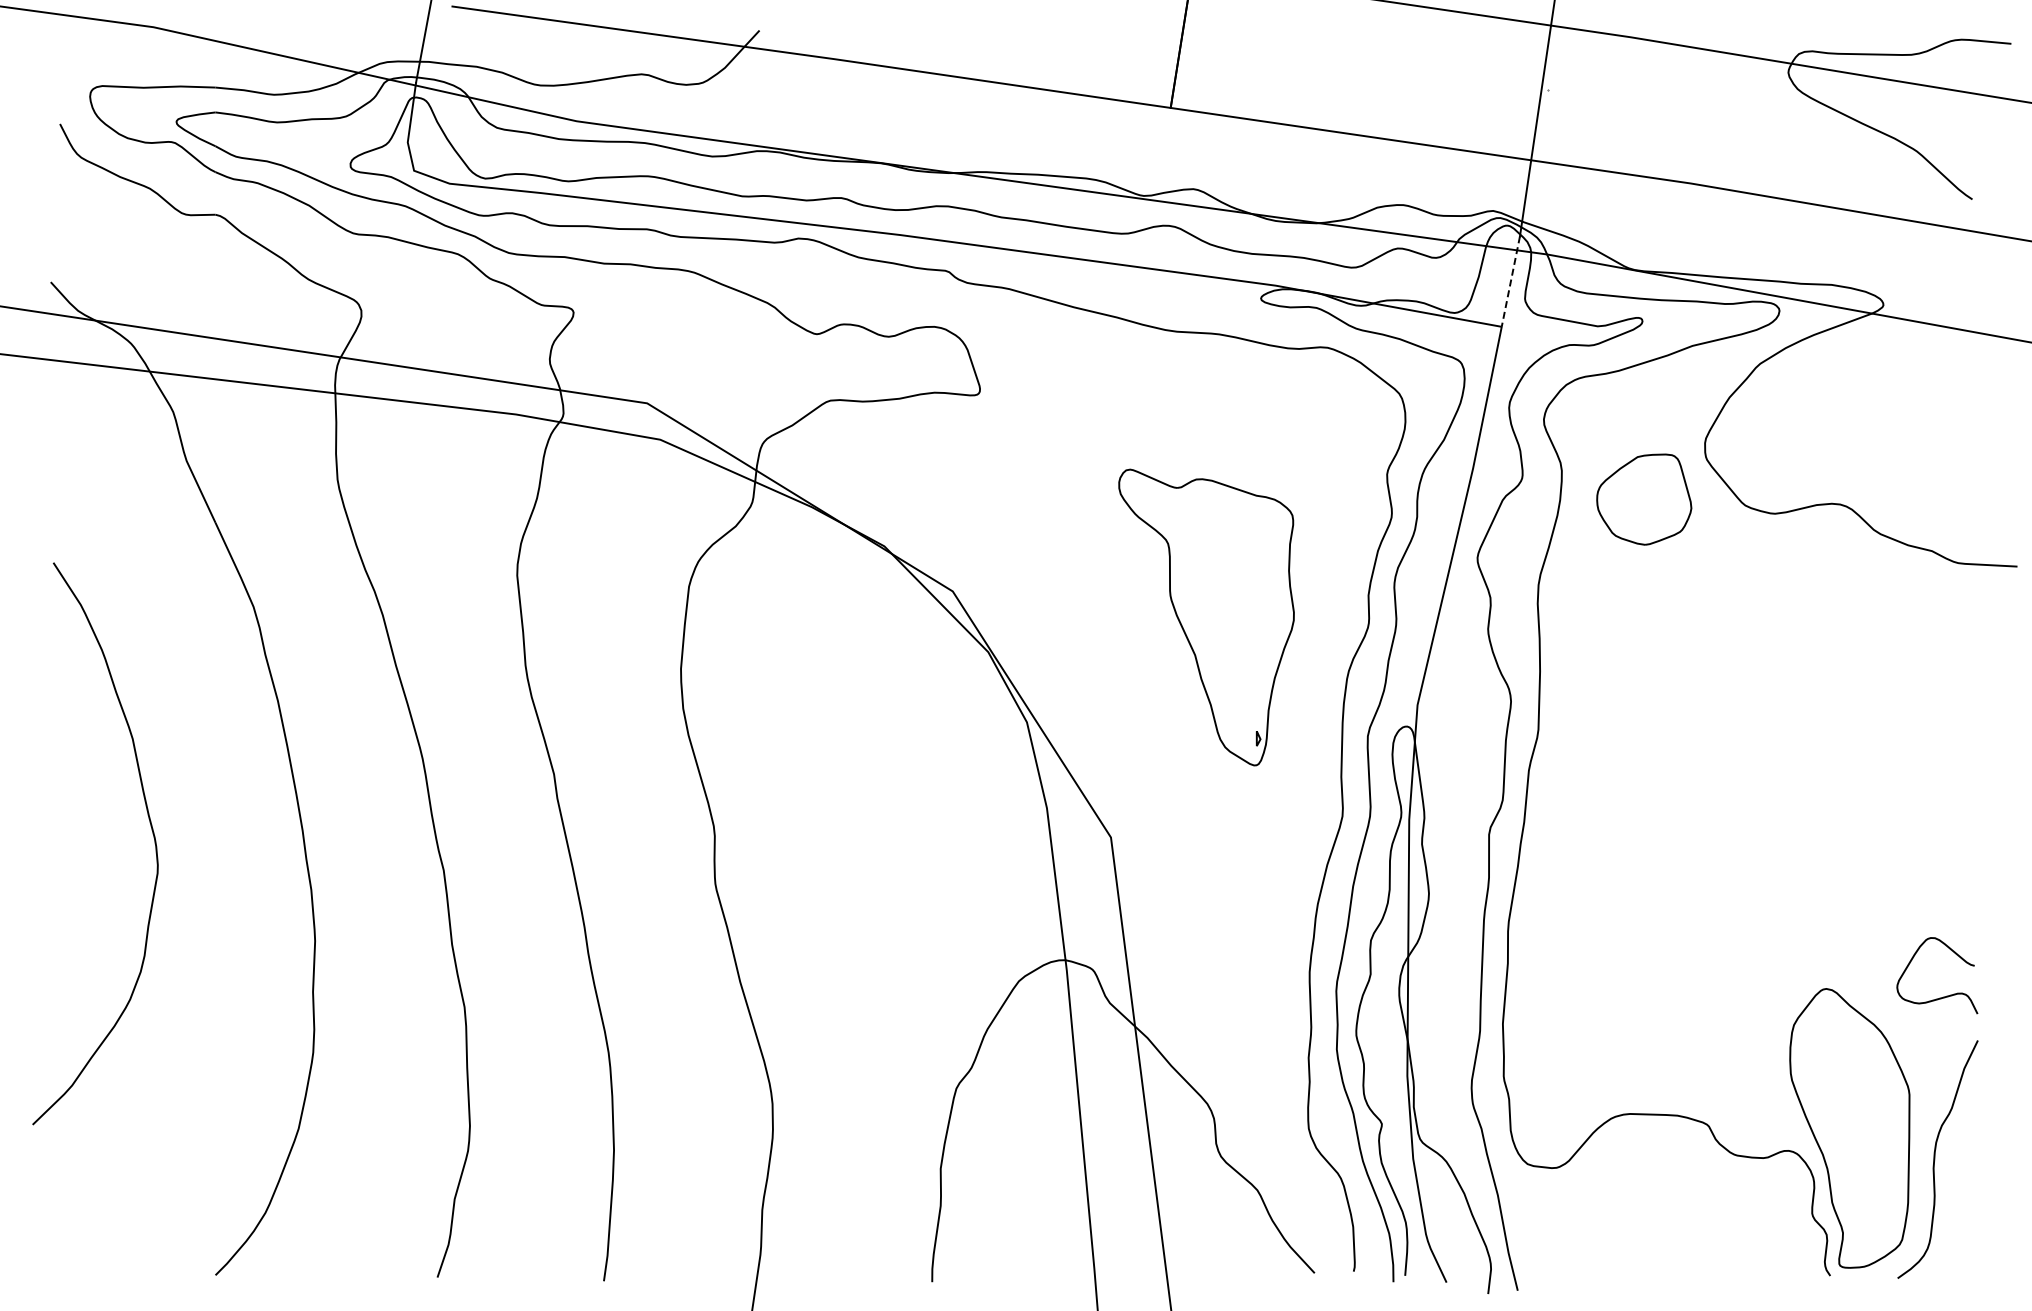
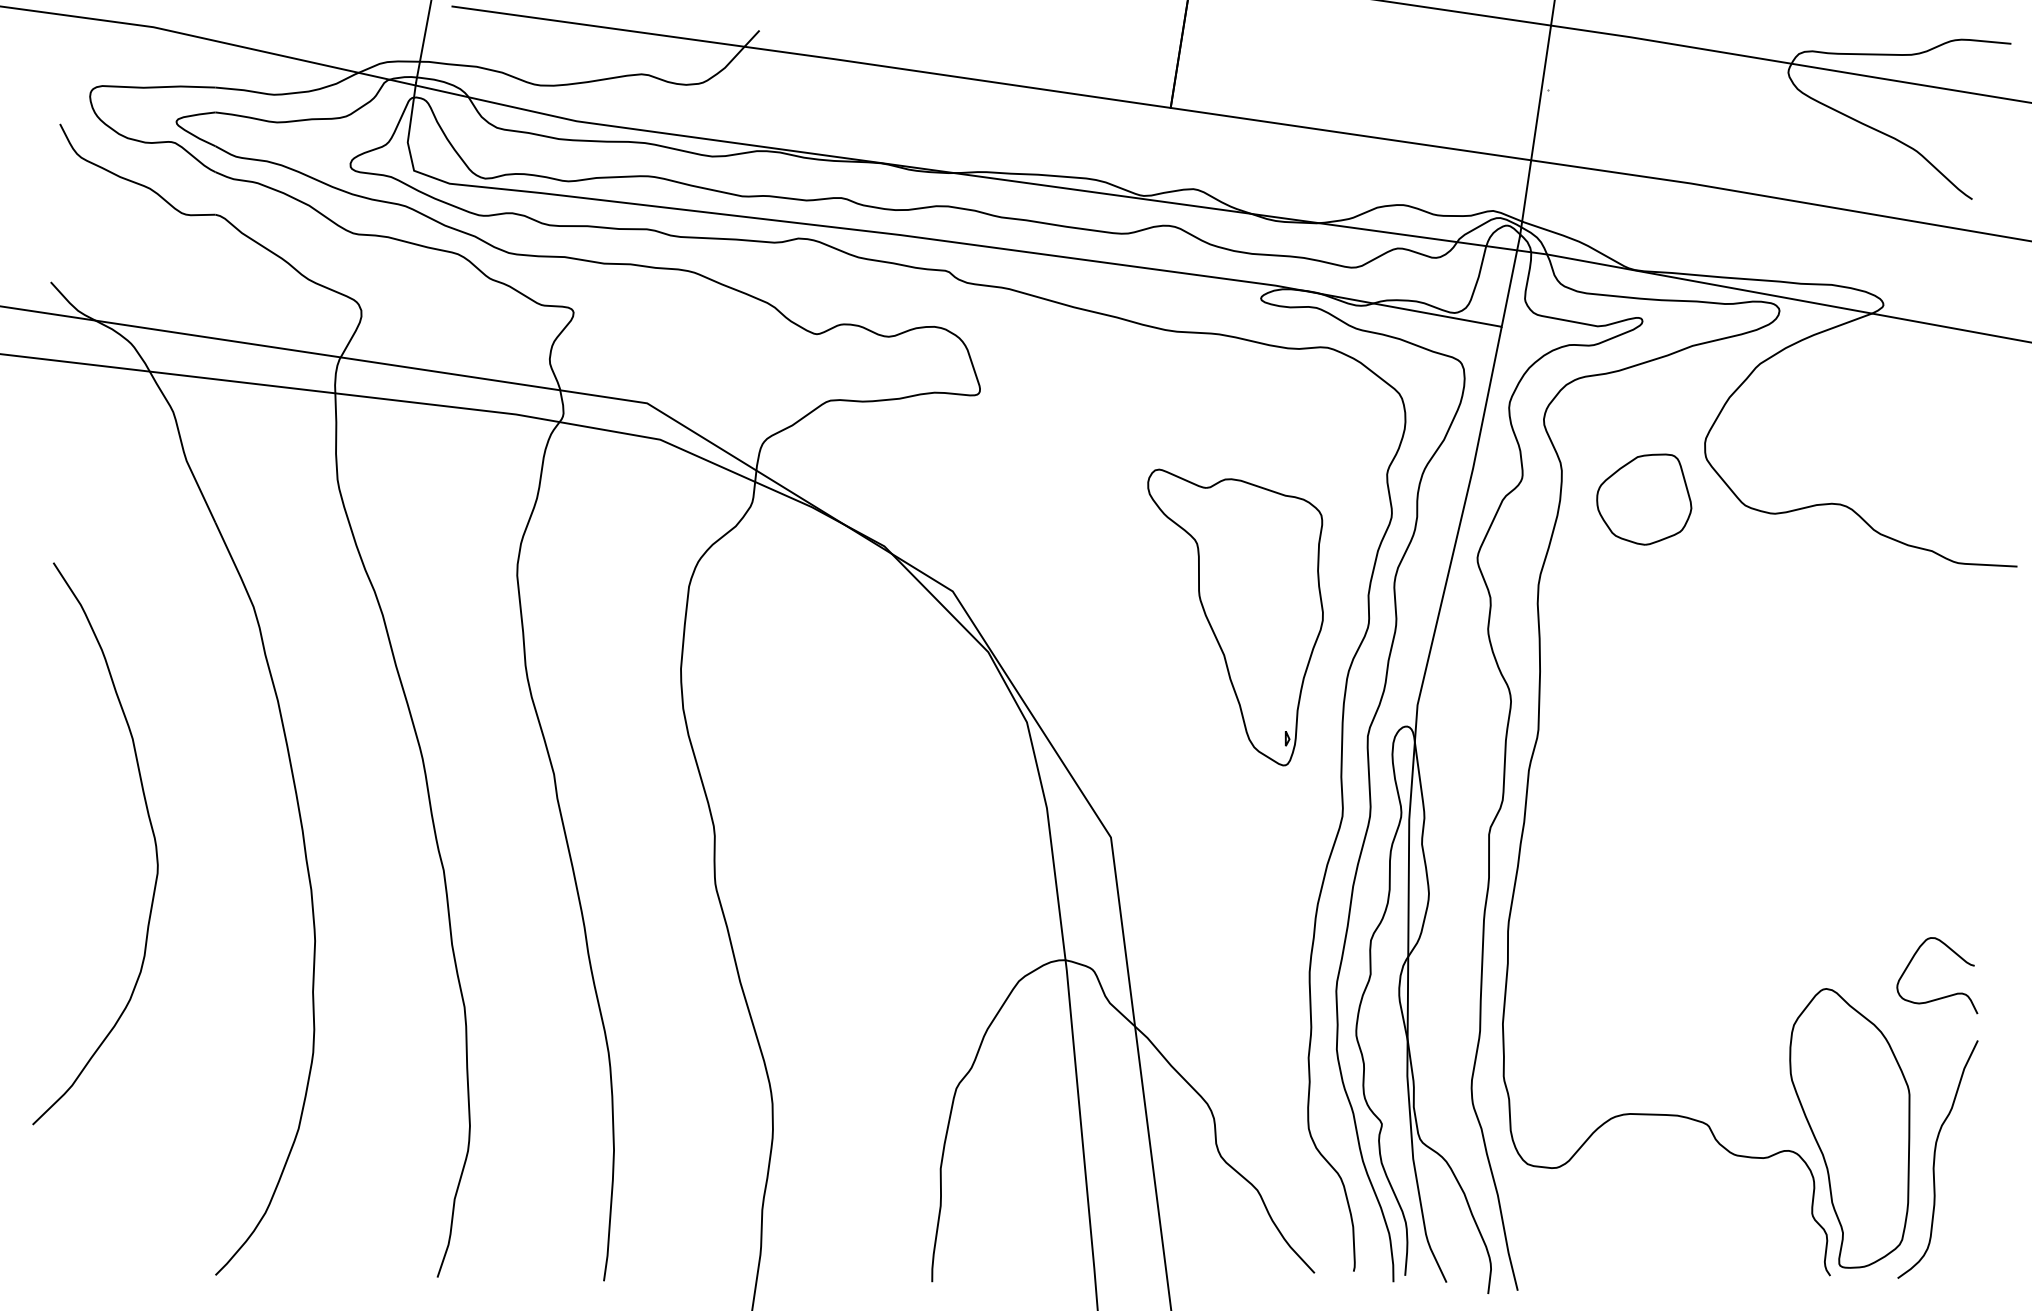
line at (1510, 282): dashed -> solid
part at (1206, 617) position: (1206, 617) -> (1235, 617)
